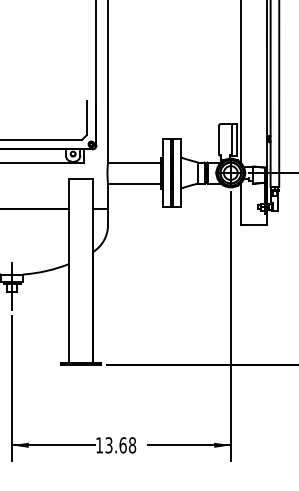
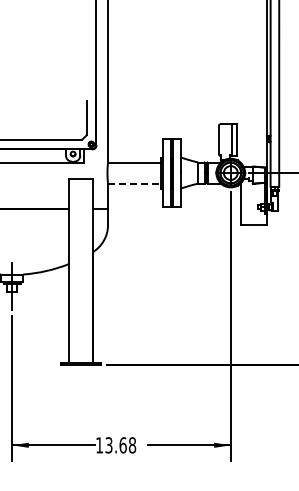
line at (241, 82): present -> none
line at (134, 183): solid -> dashed
